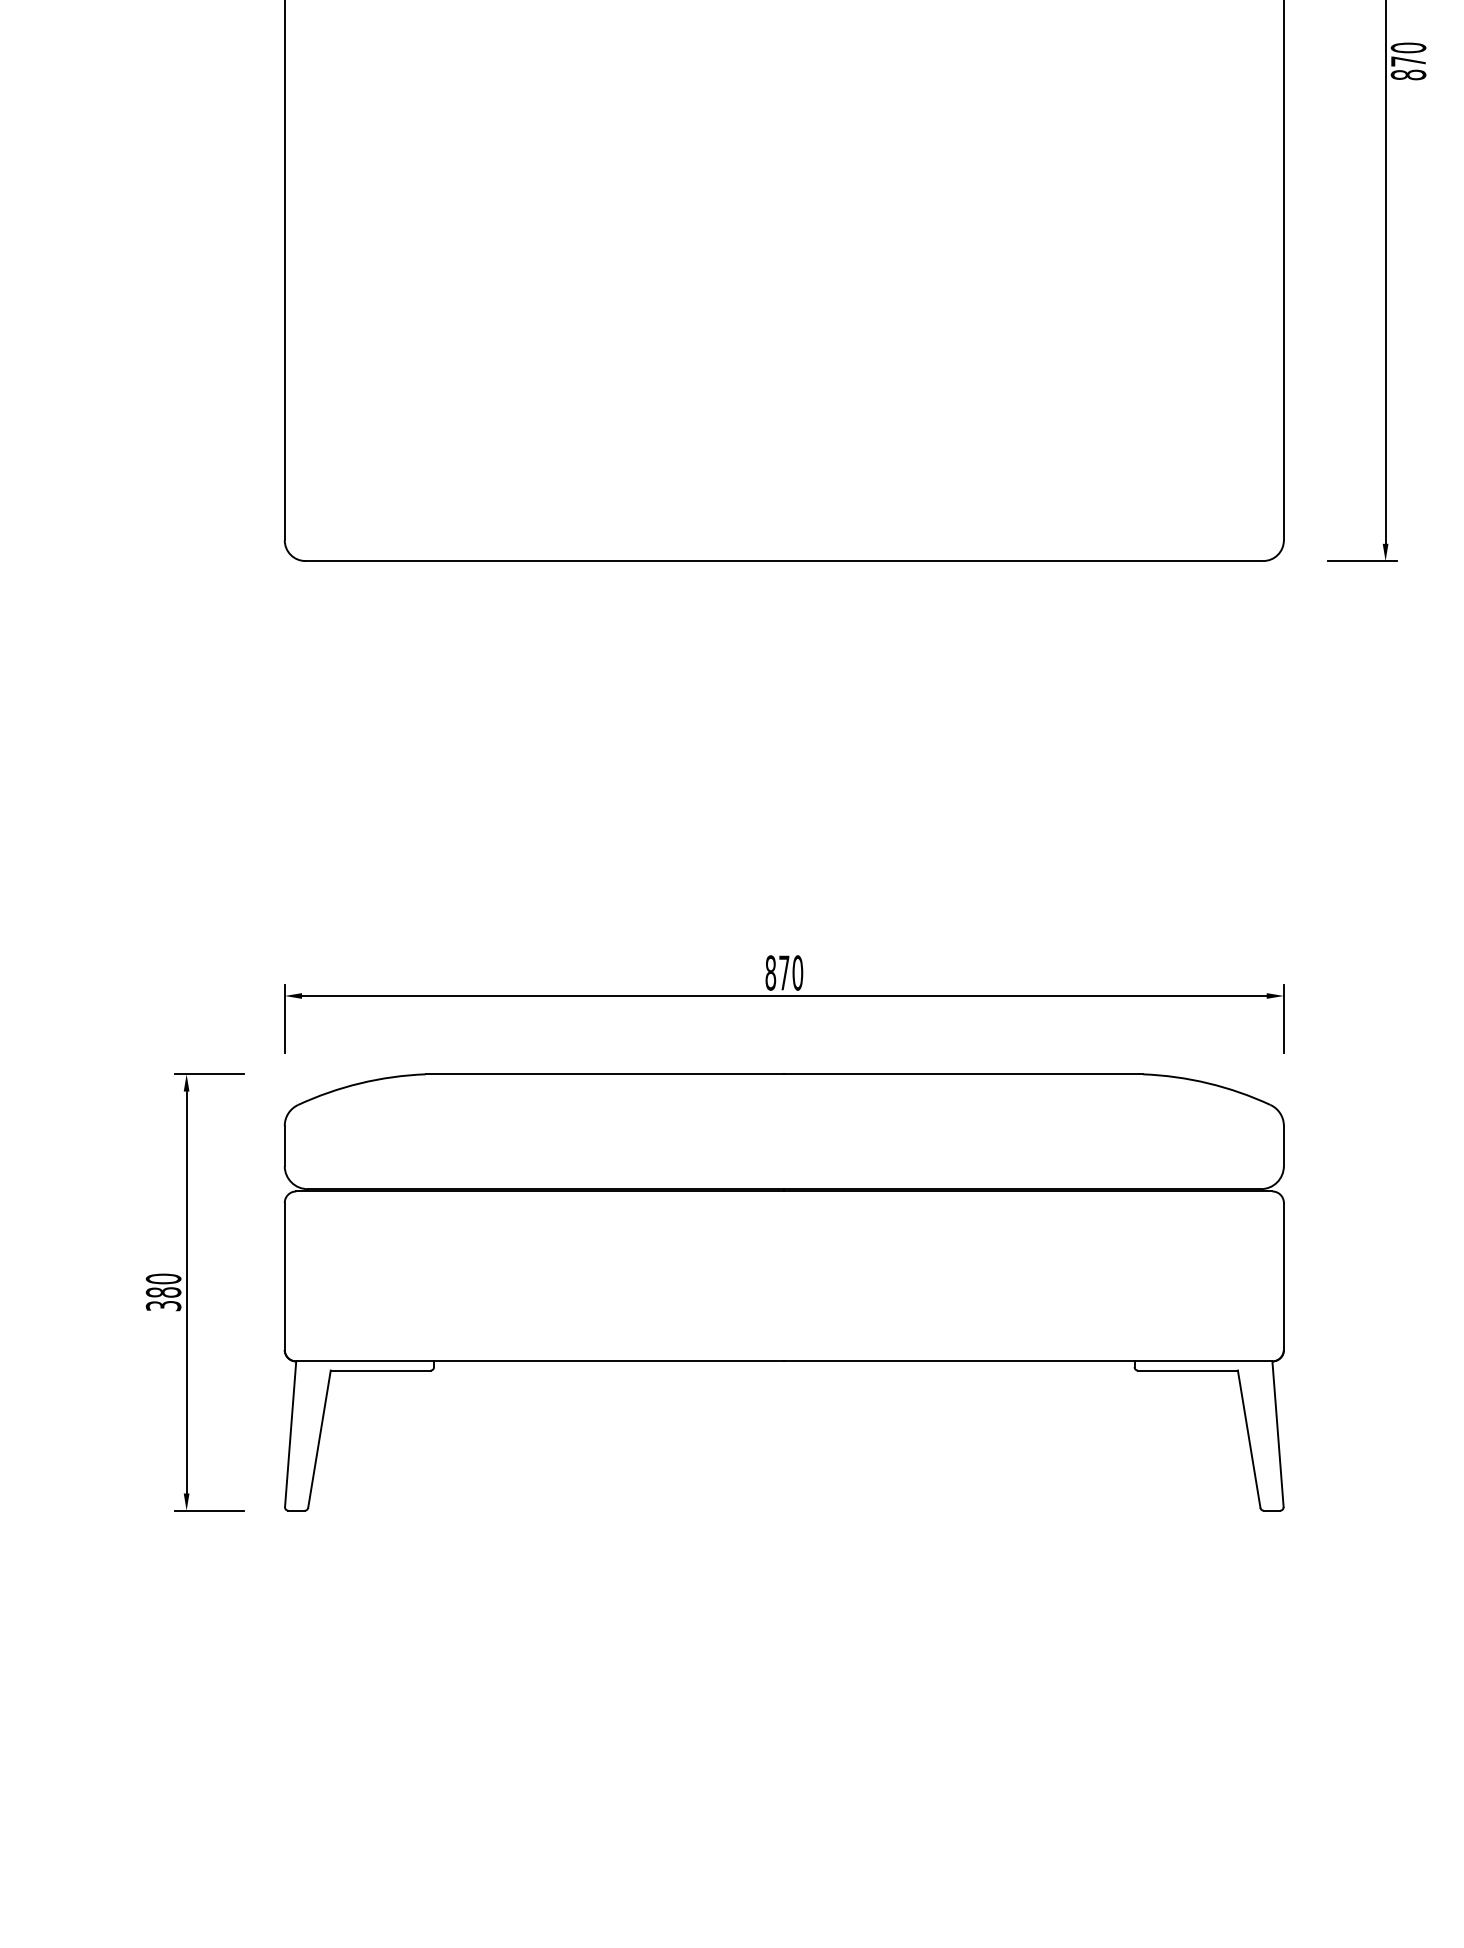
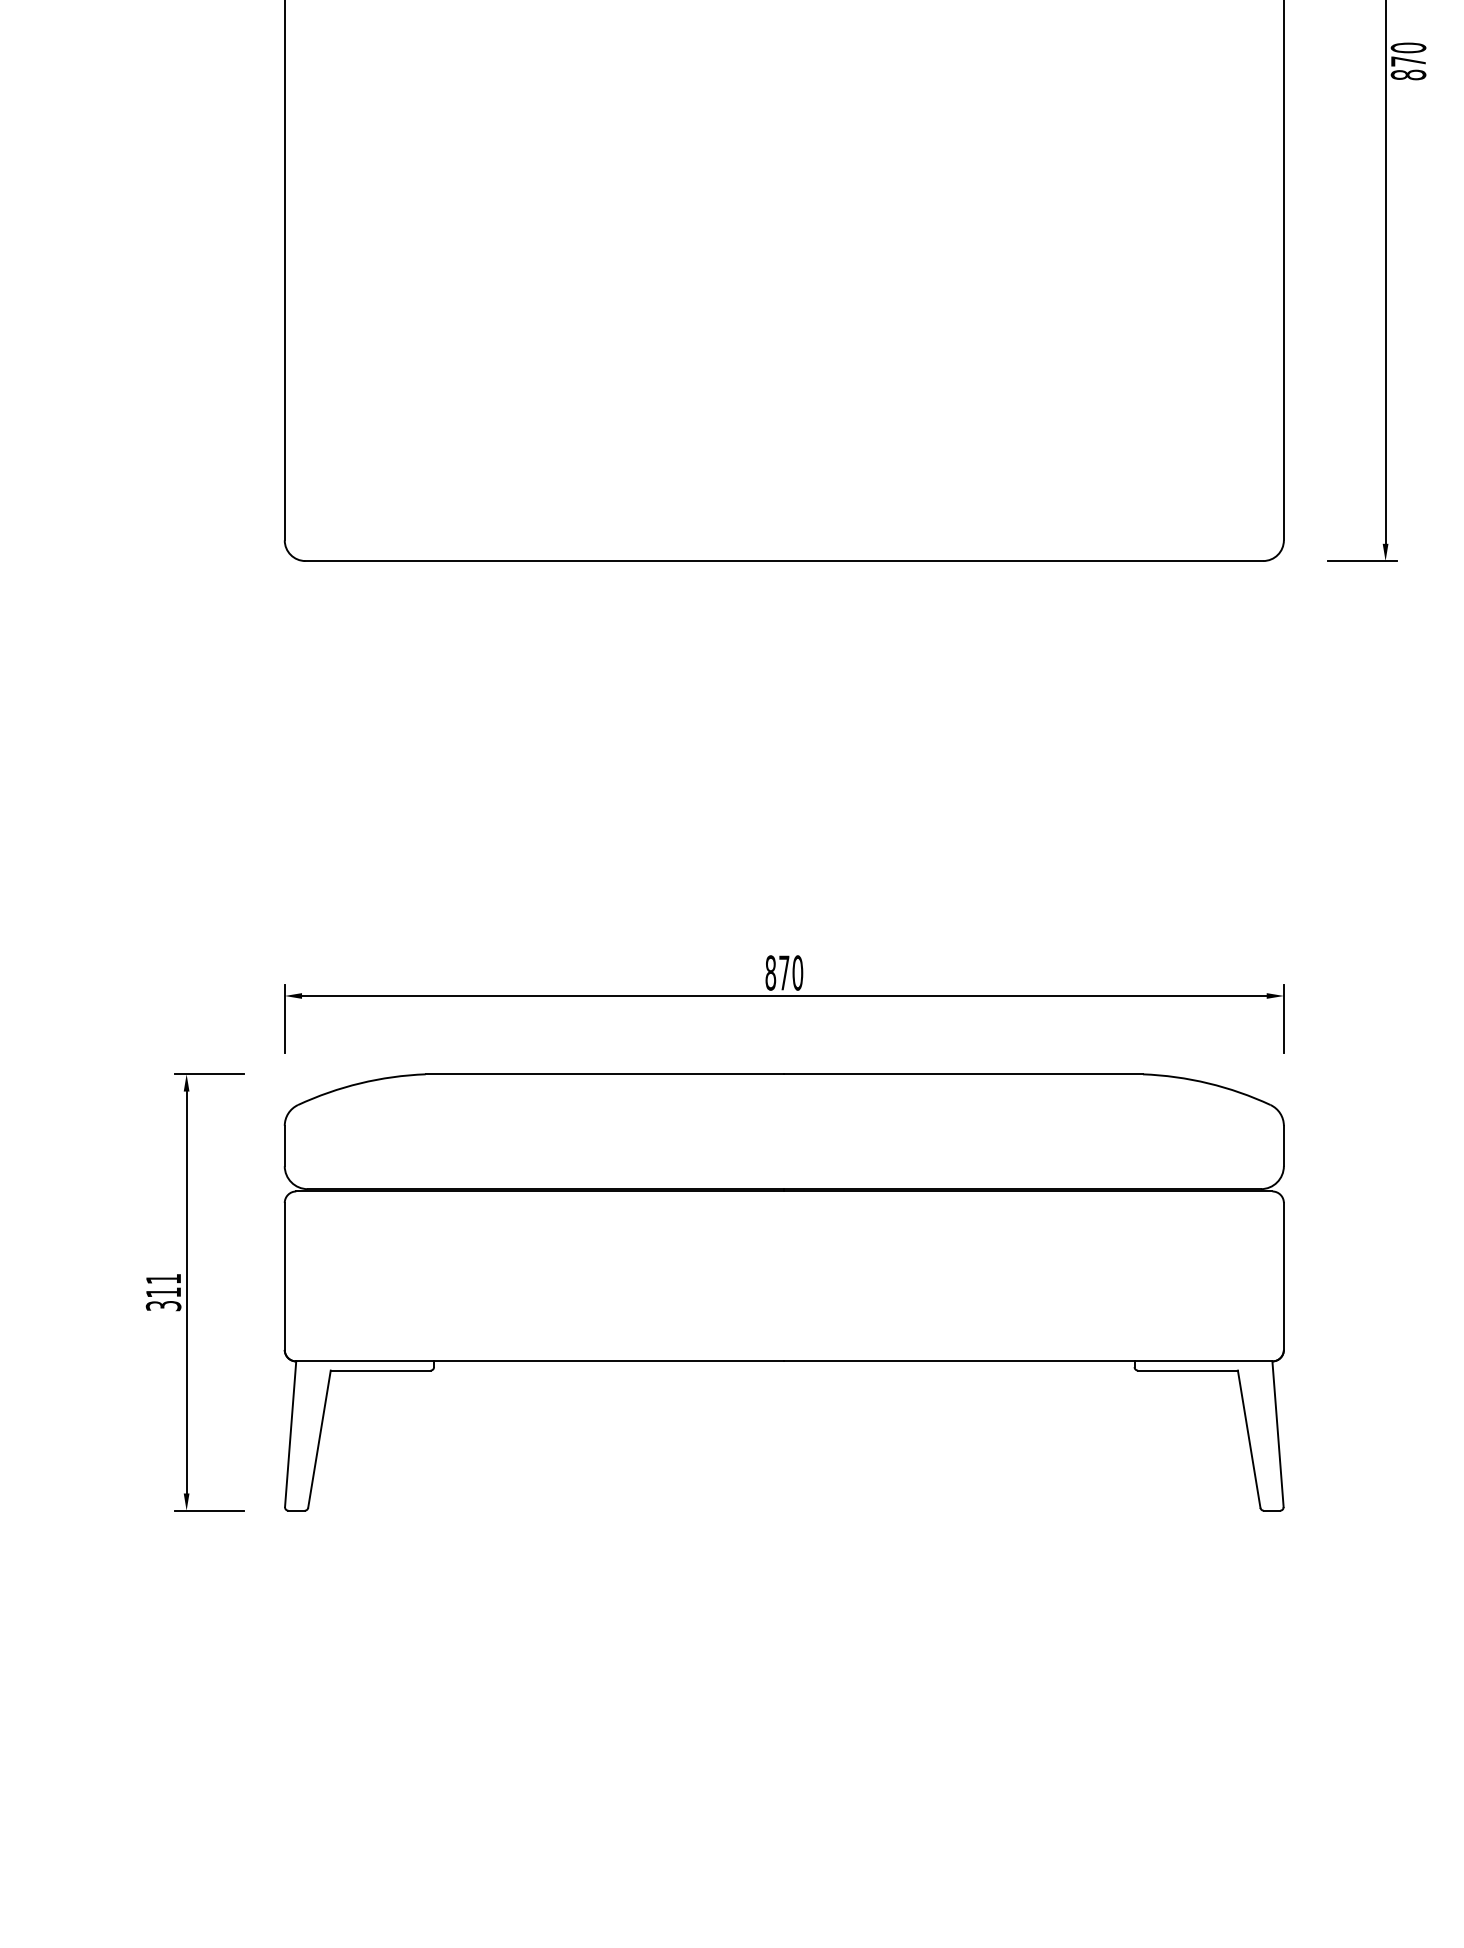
text at (163, 1285): 380 -> 311
